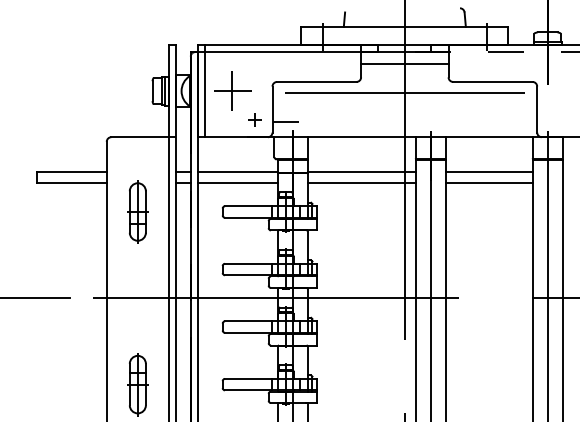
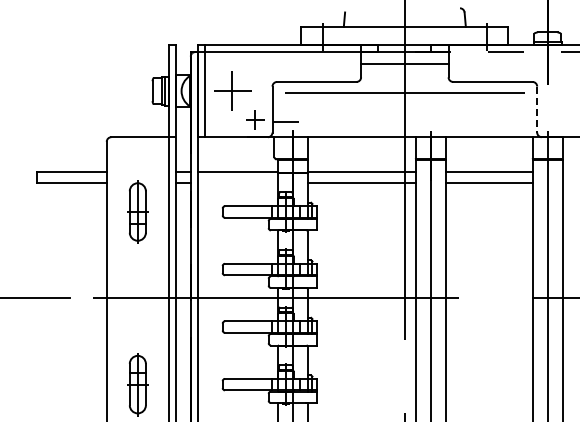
line at (537, 110): solid -> dashed
part at (254, 119) size: 14x14 px -> 19x20 px
line at (237, 183): present -> none
